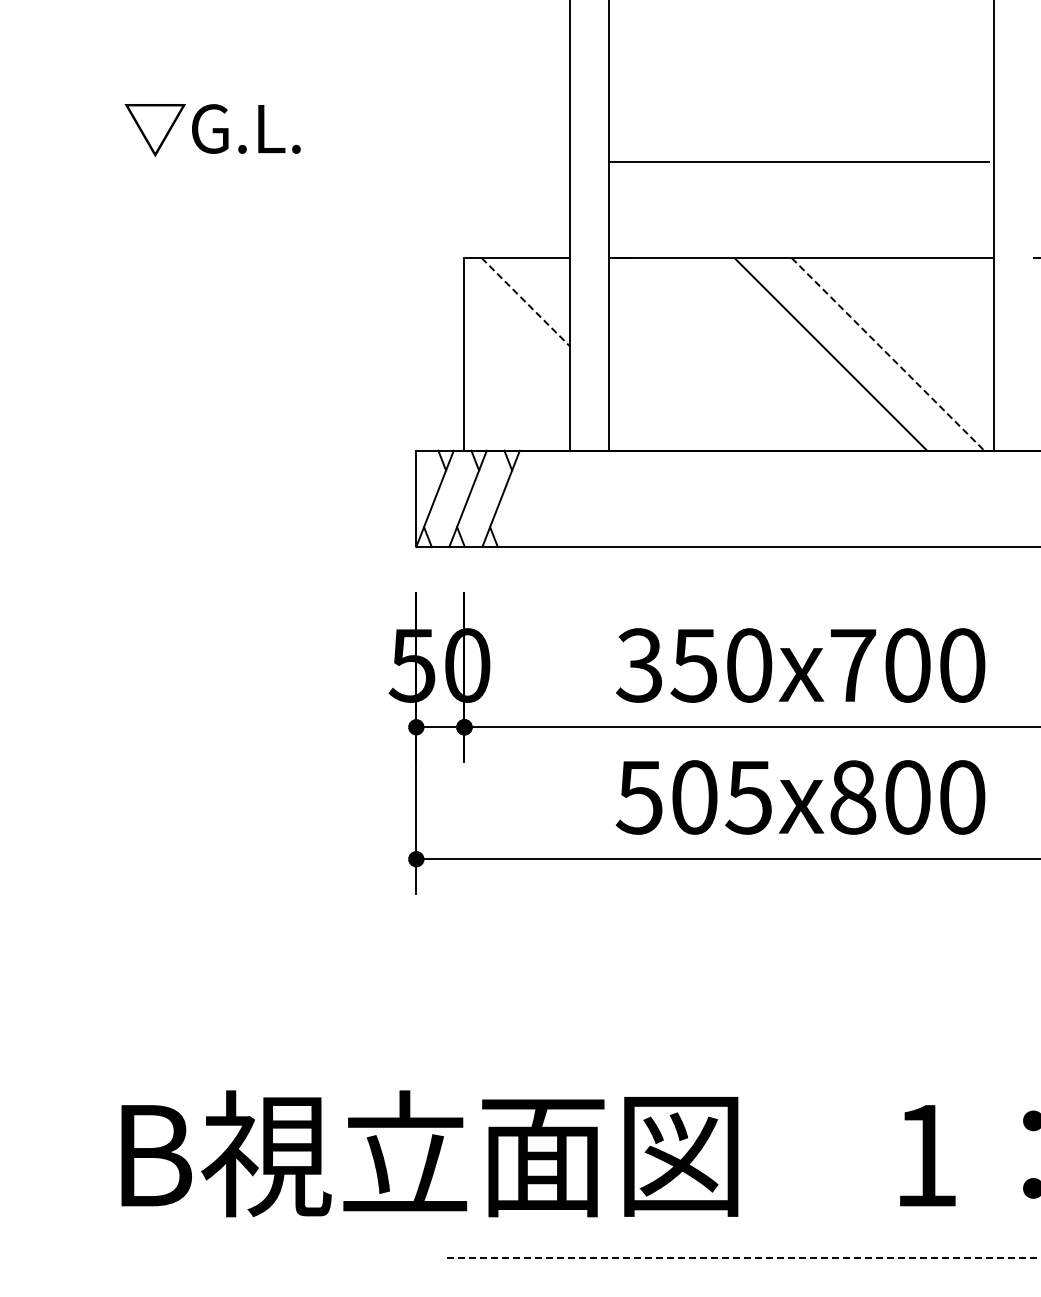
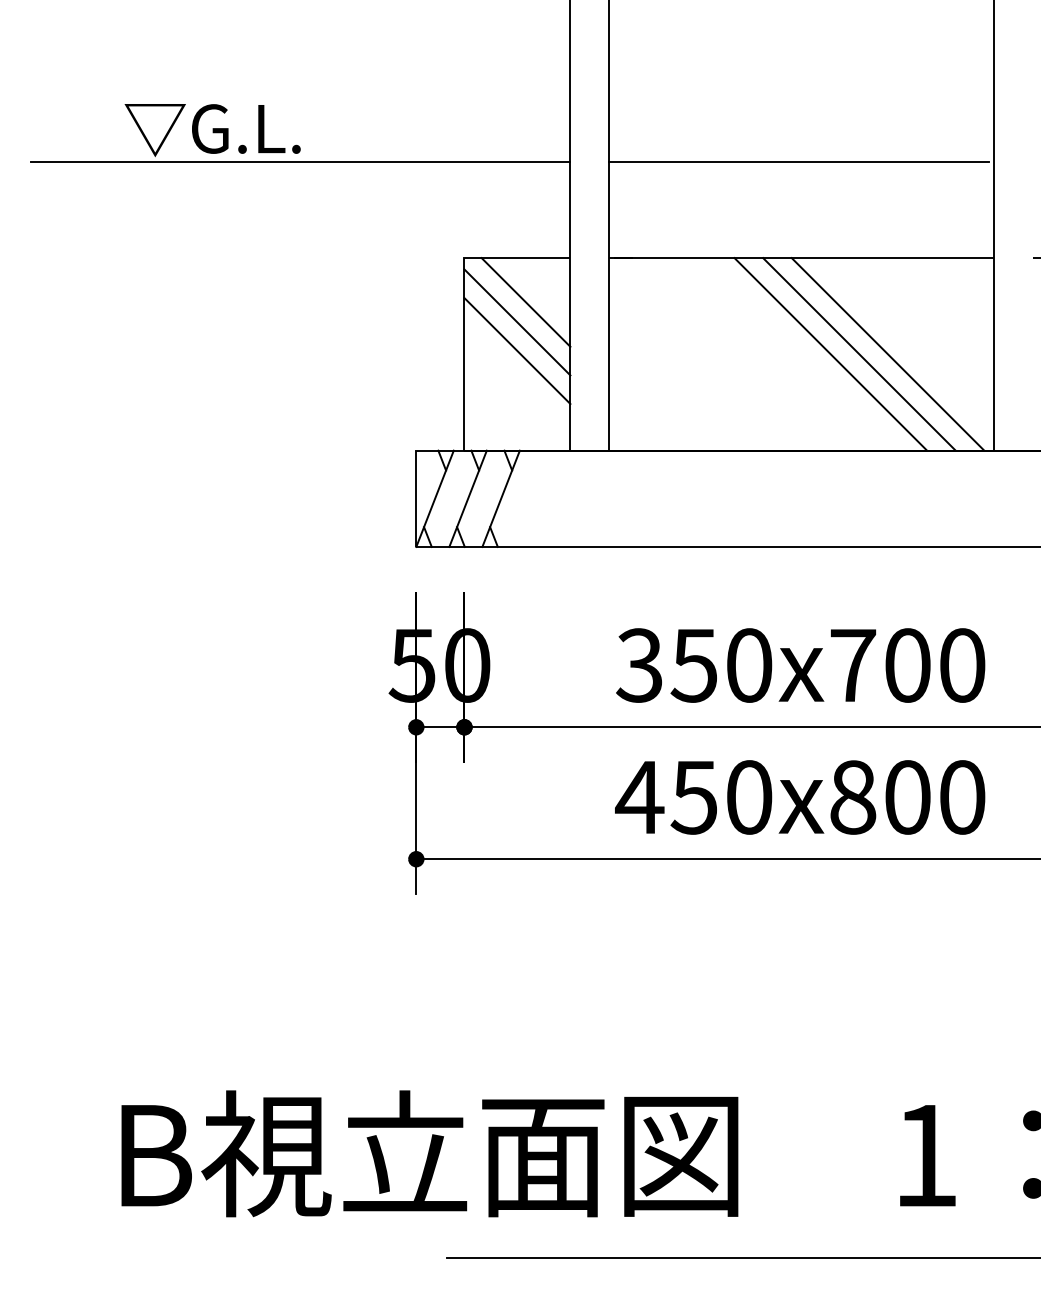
line at (300, 161): none -> present
line at (526, 302): dashed -> solid
line at (517, 322): none -> present
line at (517, 351): none -> present
line at (859, 354): none -> present
line at (888, 354): dashed -> solid
text at (693, 797): 505x800 -> 450x800
line at (743, 1258): dashed -> solid
